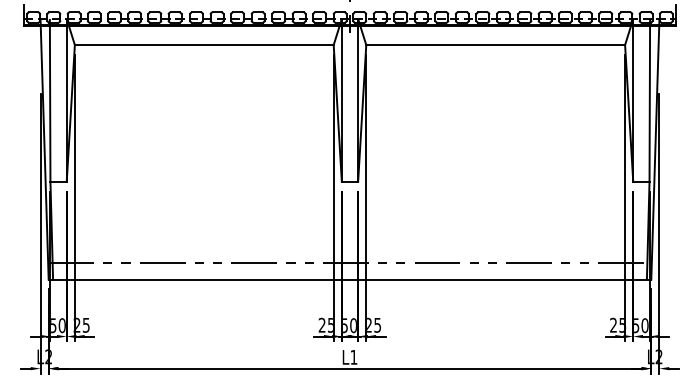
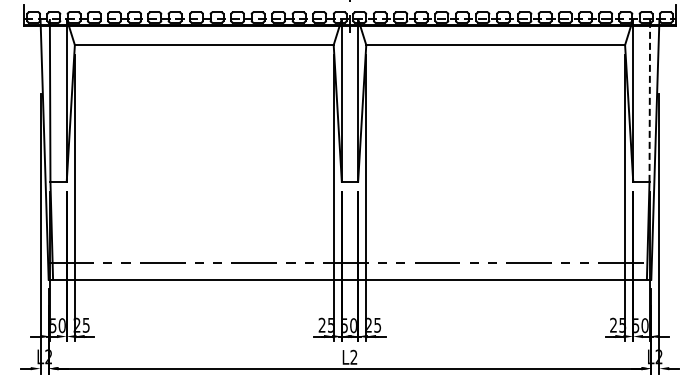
line at (649, 104): solid -> dashed
text at (353, 356): L1 -> L2
